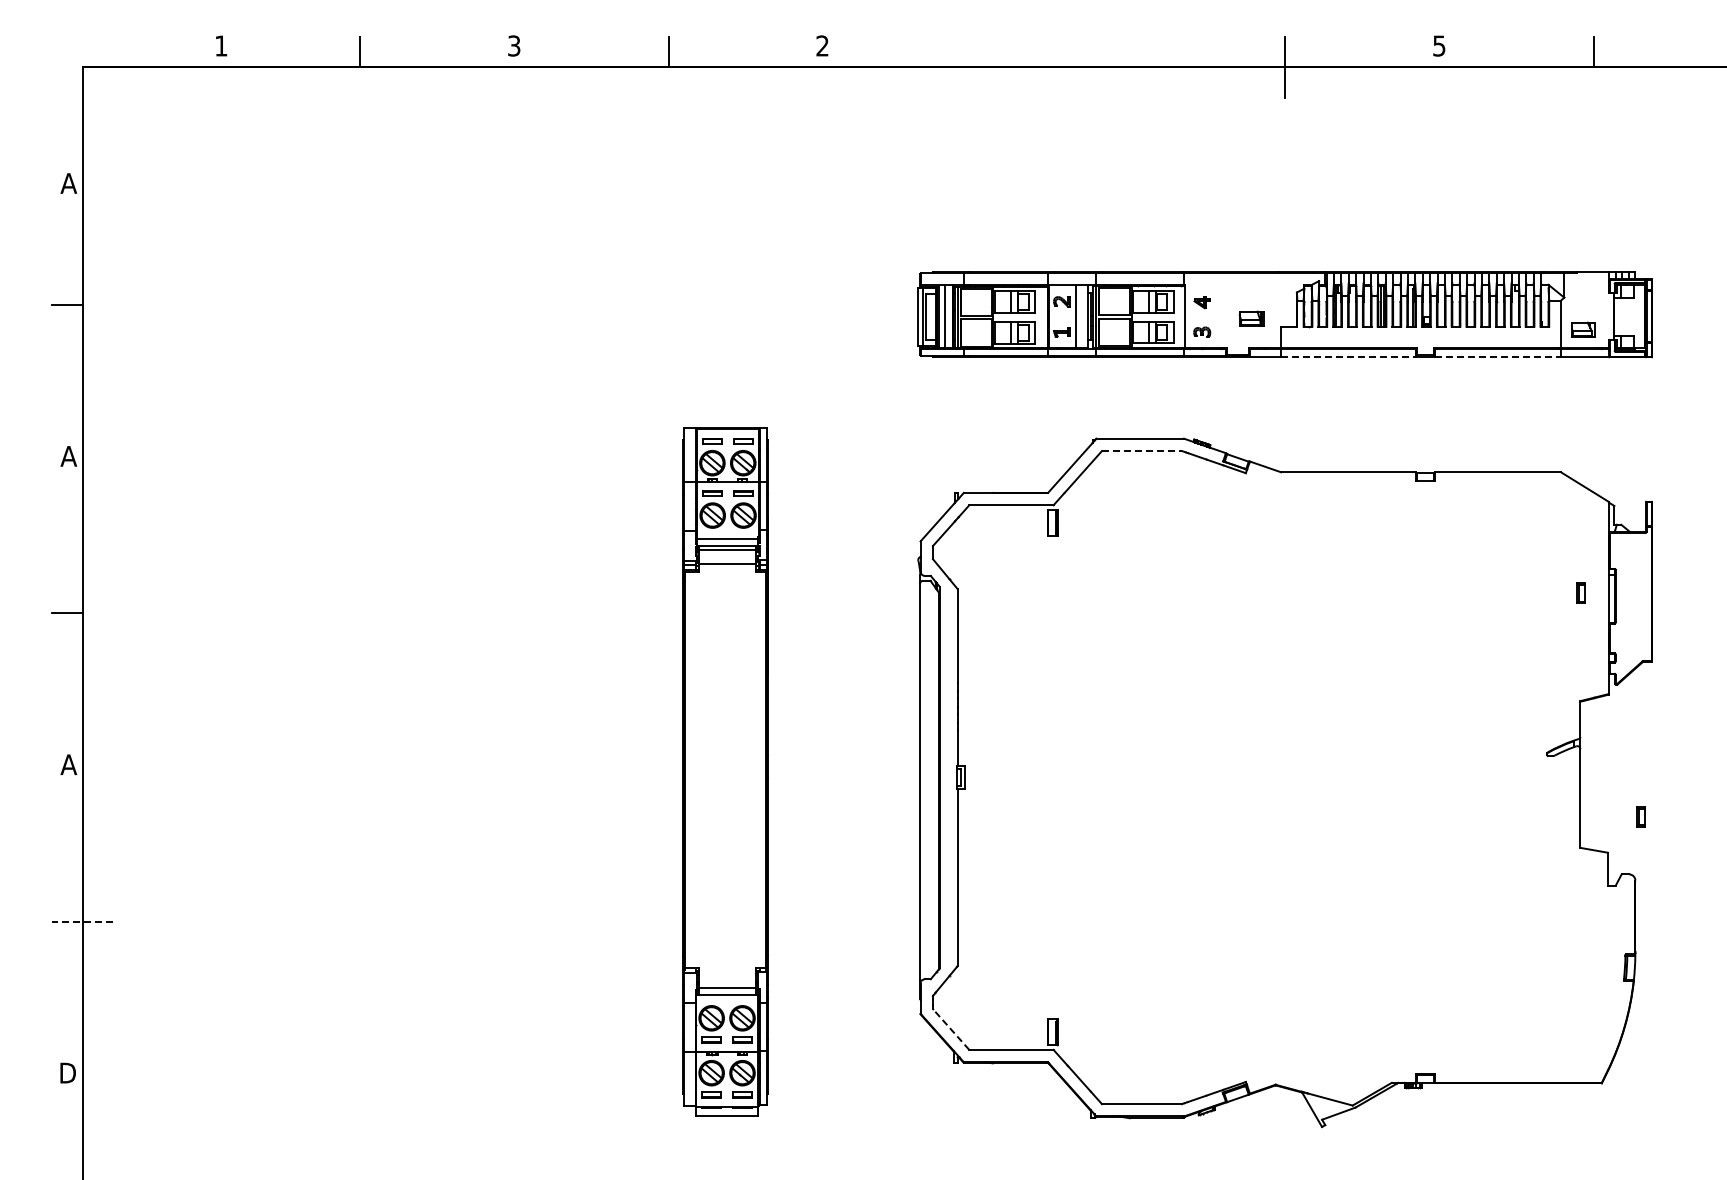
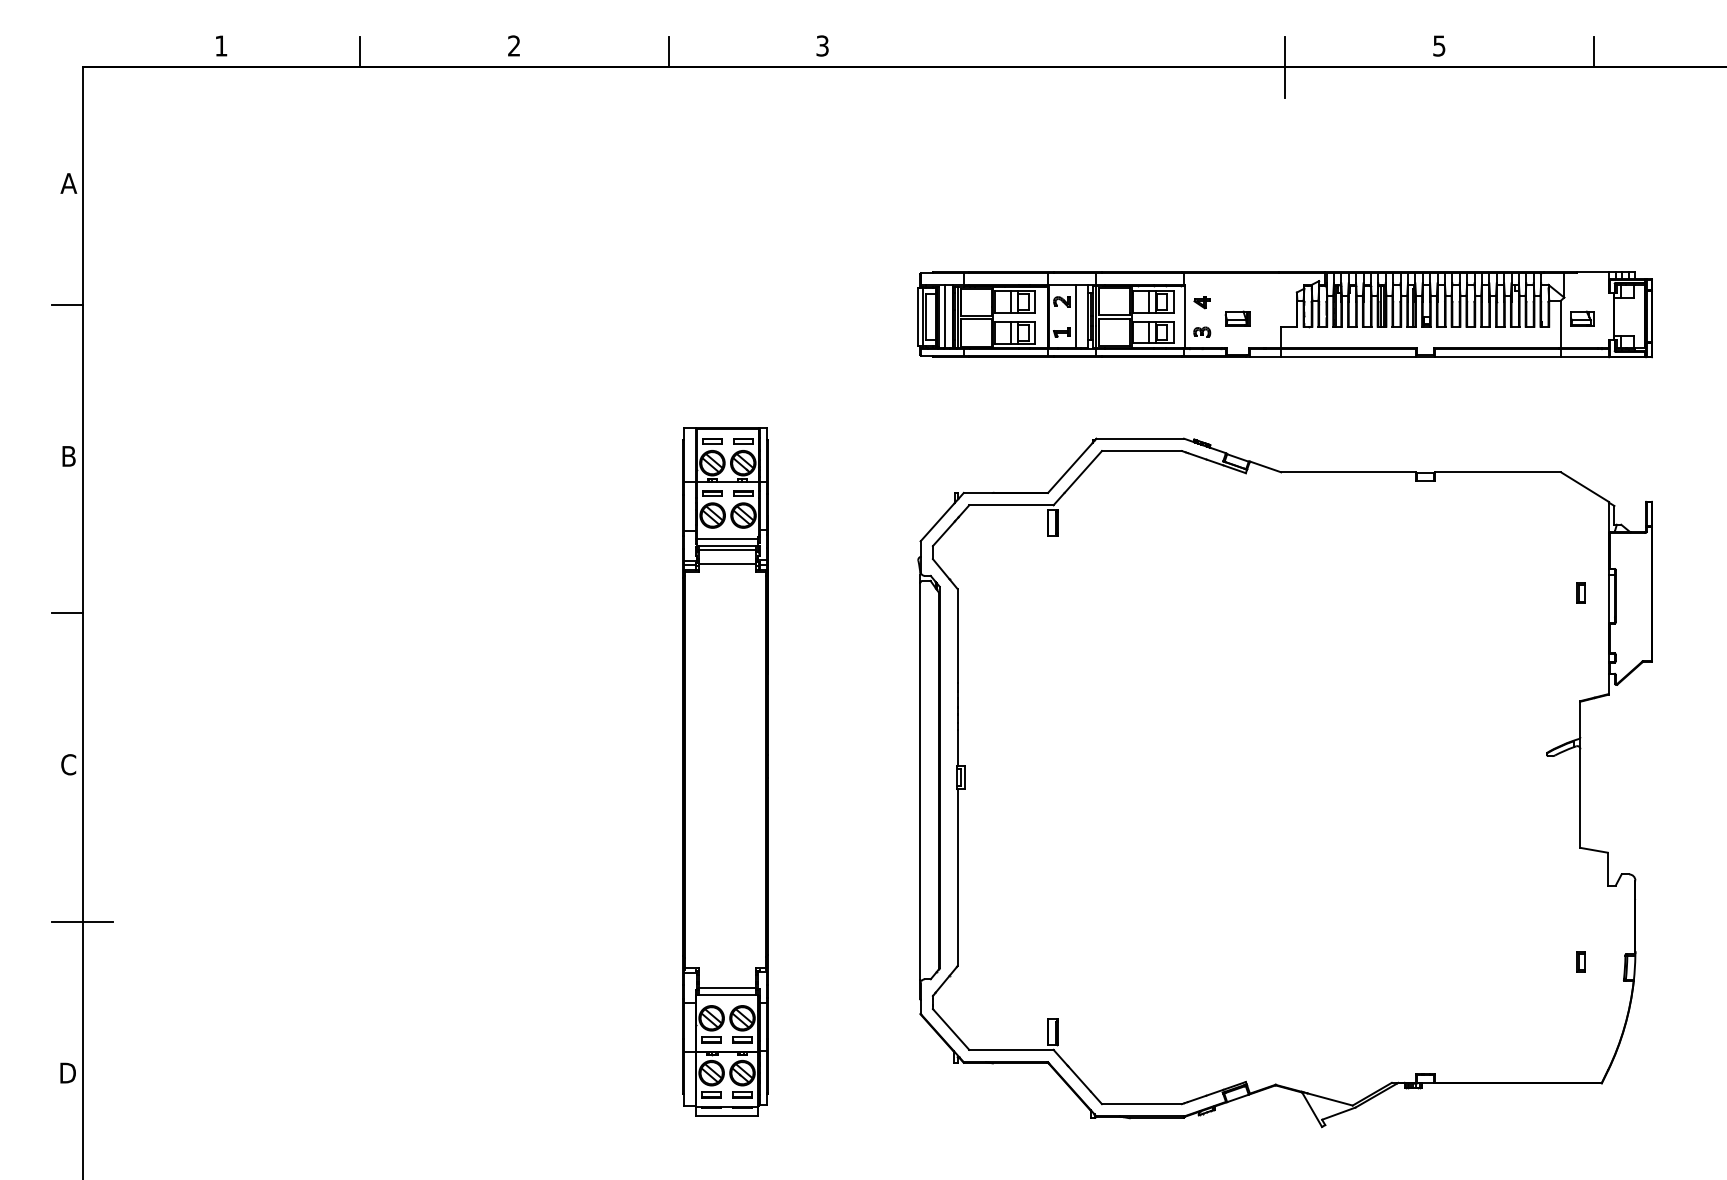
text at (514, 45): 3 -> 2
text at (822, 45): 2 -> 3
part at (1251, 318) position: (1251, 318) -> (1237, 318)
part at (1583, 329) position: (1583, 329) -> (1582, 318)
line at (1348, 357): dashed -> solid
line at (1498, 357): dashed -> solid
line at (1141, 451): dashed -> solid
text at (68, 456): A -> B
text at (68, 764): A -> C
part at (1640, 816) position: (1640, 816) -> (1580, 961)
line at (82, 921): dashed -> solid
line at (950, 1029): dashed -> solid
